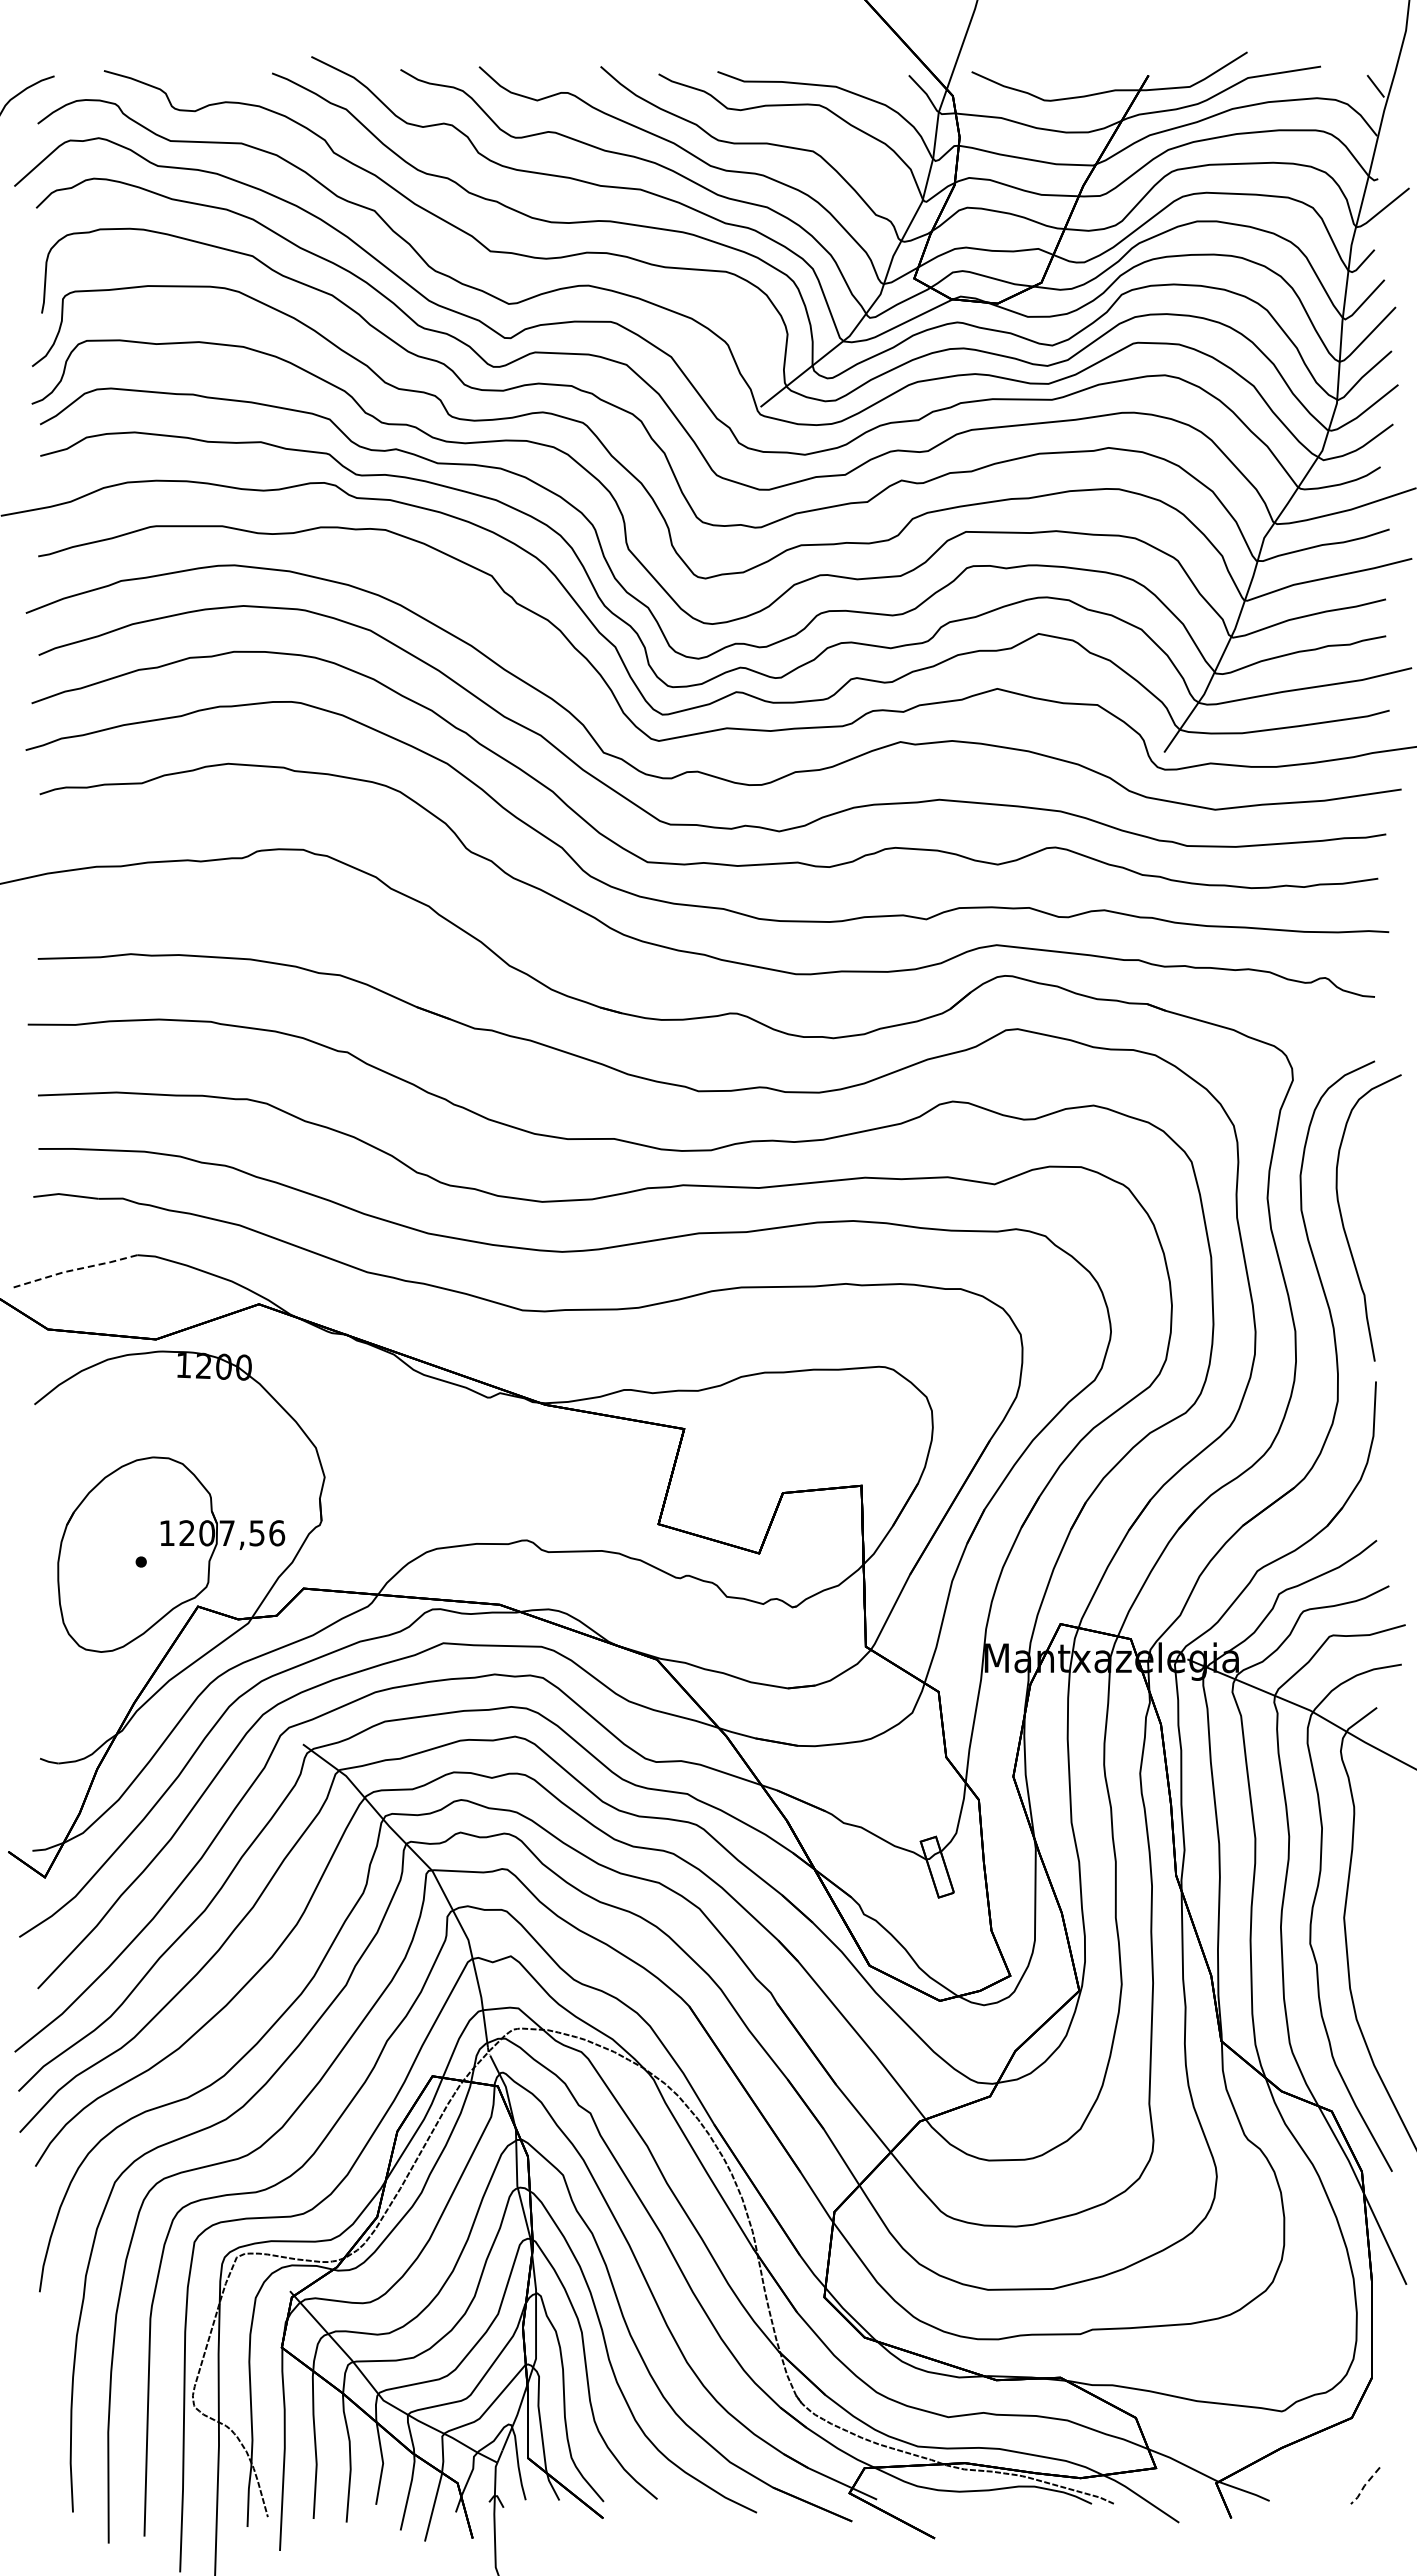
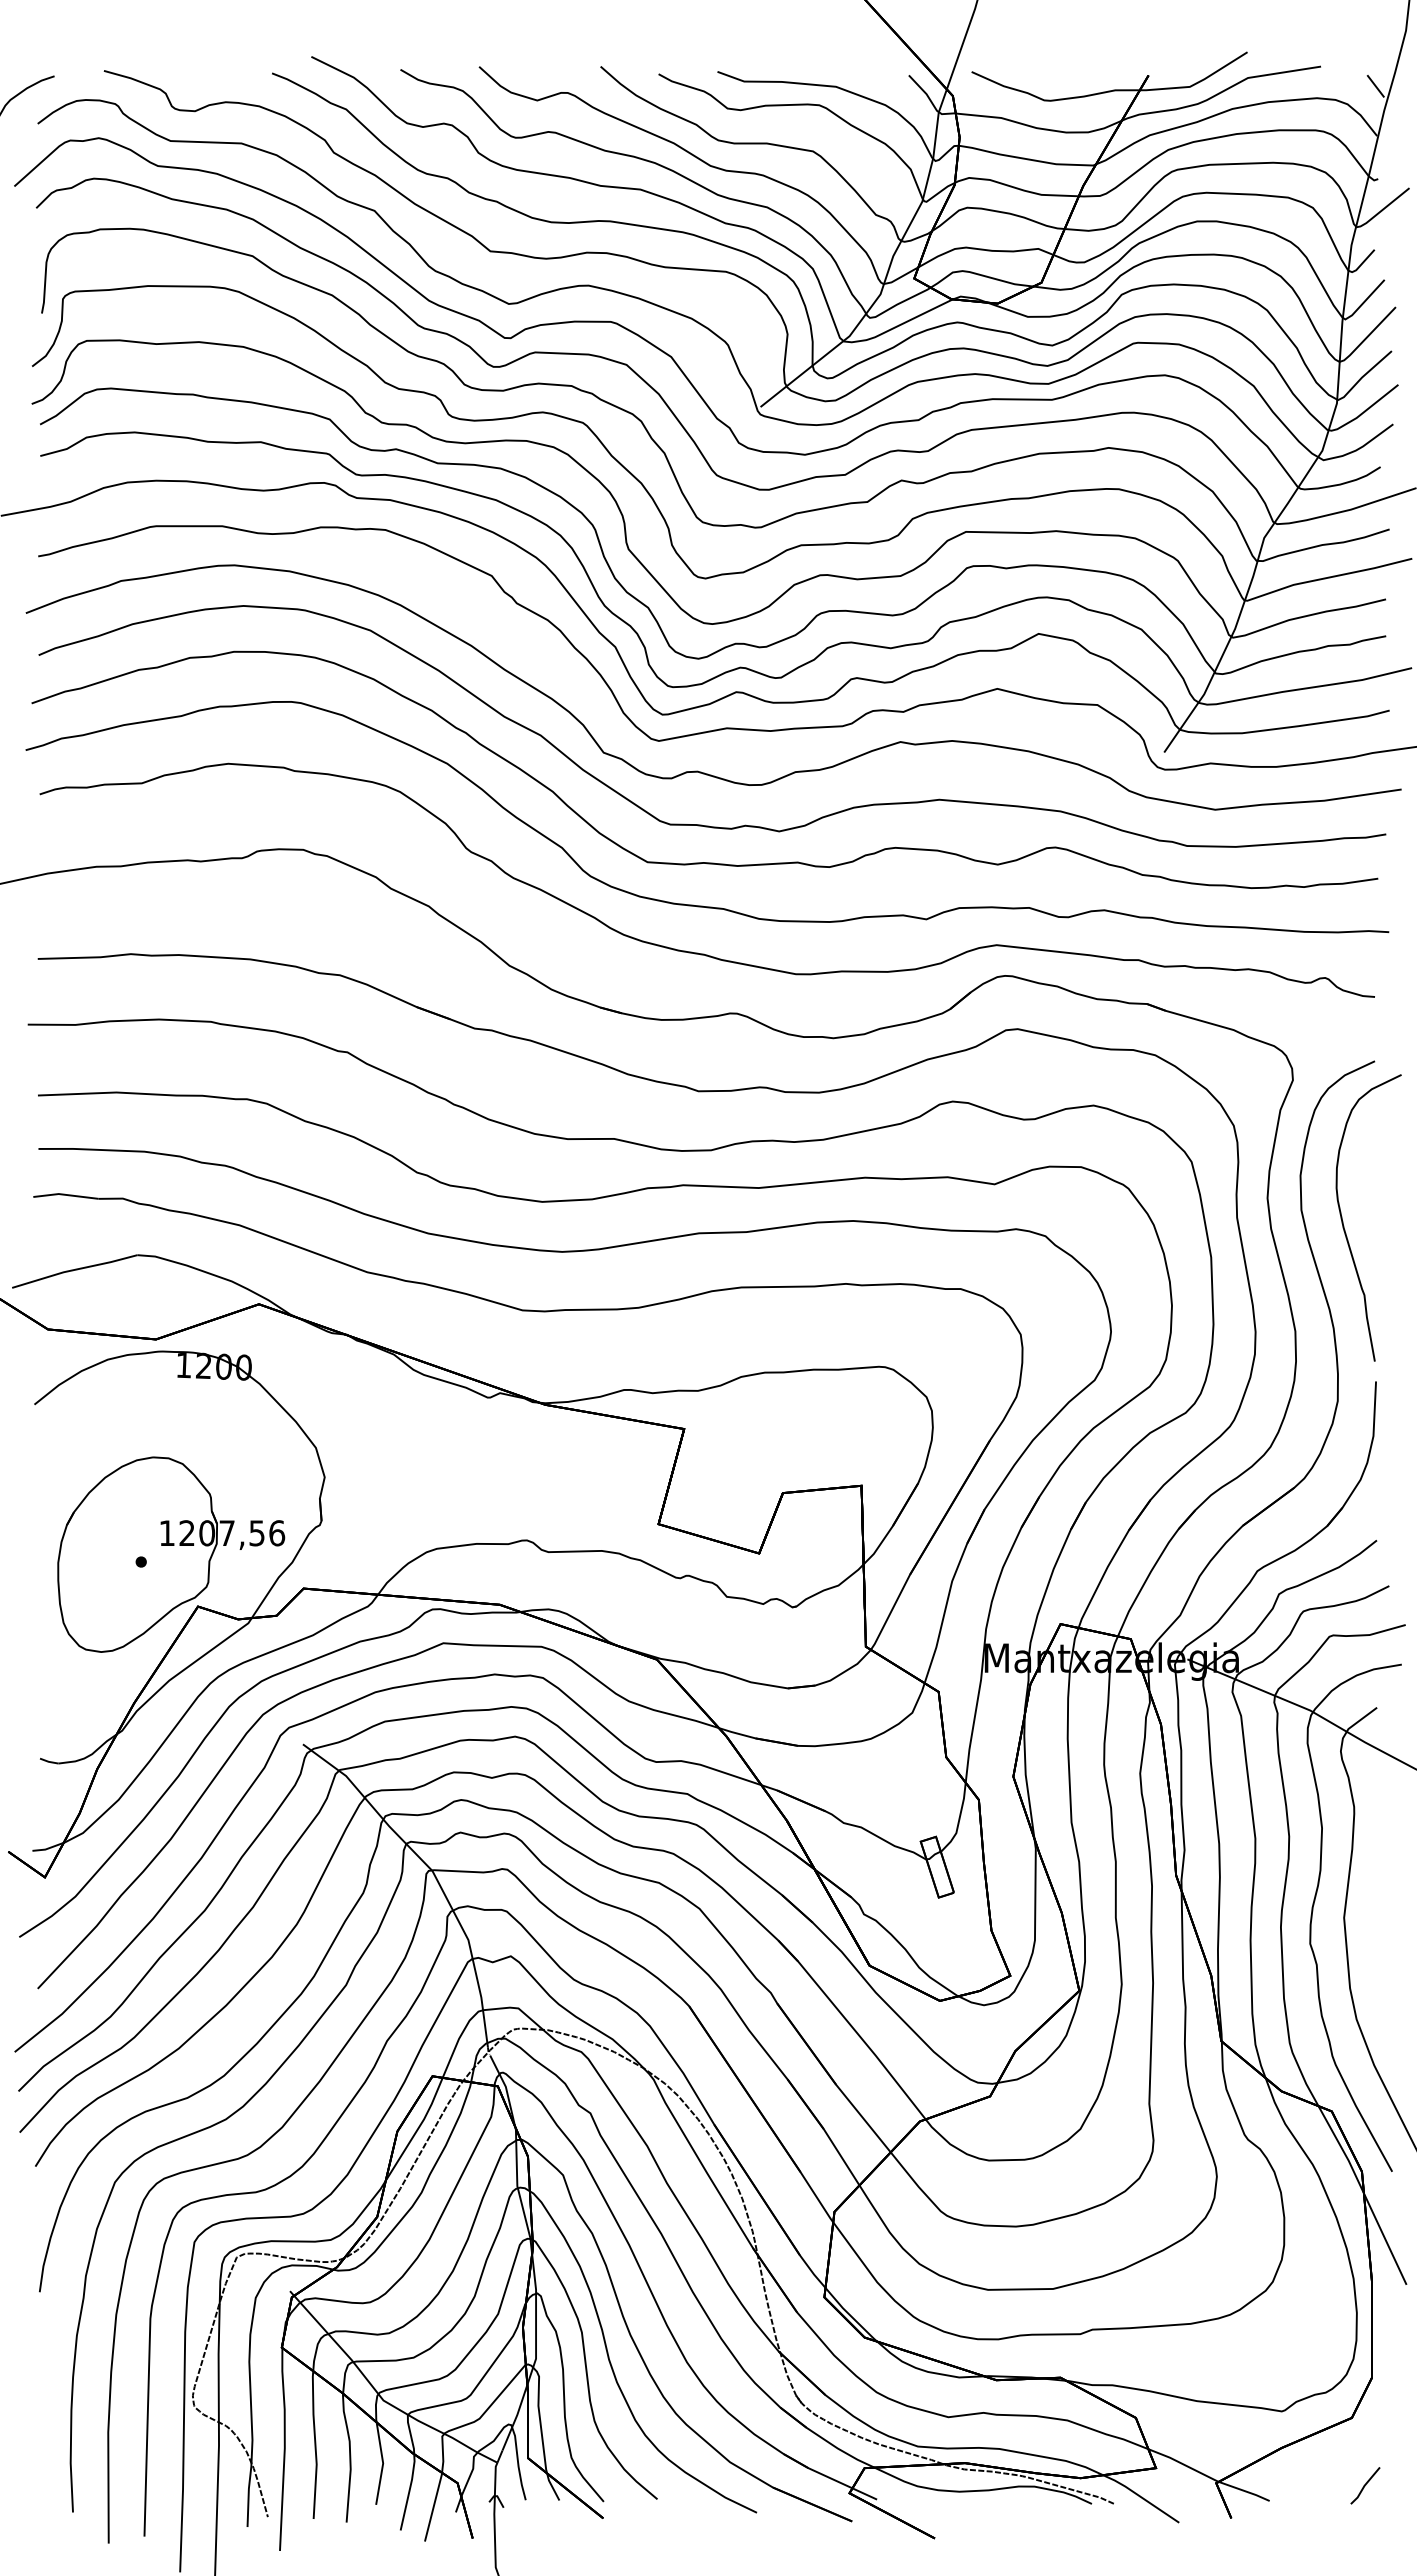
line at (74, 1270): dashed -> solid
line at (1364, 2485): dashed -> solid
